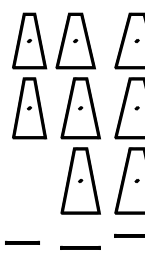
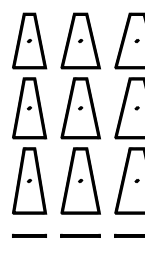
part at (75, 40) position: (75, 40) -> (80, 40)
part at (29, 180): none -> present
line at (22, 242) position: (22, 242) -> (29, 235)
line at (80, 247) position: (80, 247) -> (80, 235)
